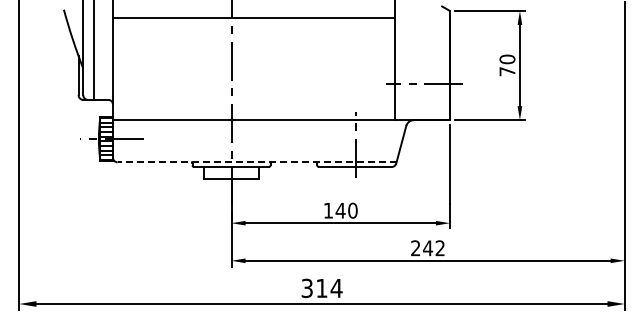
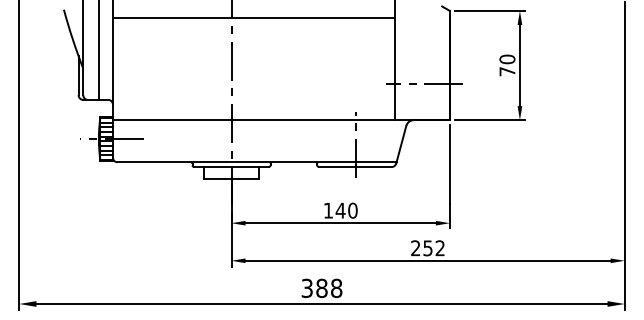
line at (93, 50) position: (93, 50) -> (98, 50)
line at (256, 162): dashed -> solid
text at (428, 248): 242 -> 252
text at (329, 288): 314 -> 388
